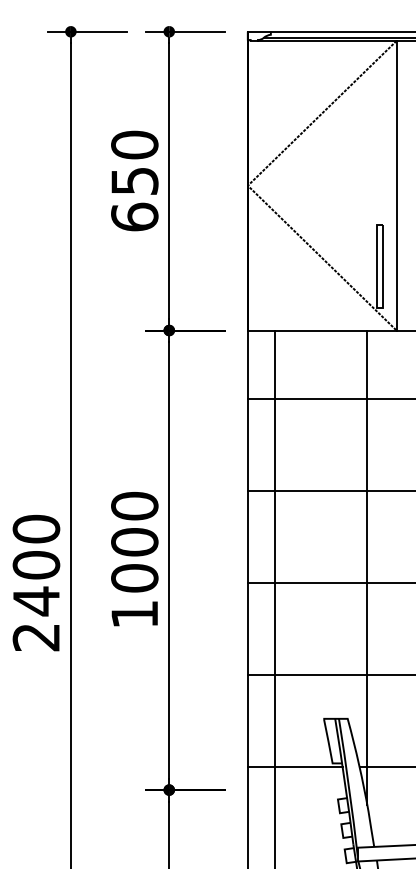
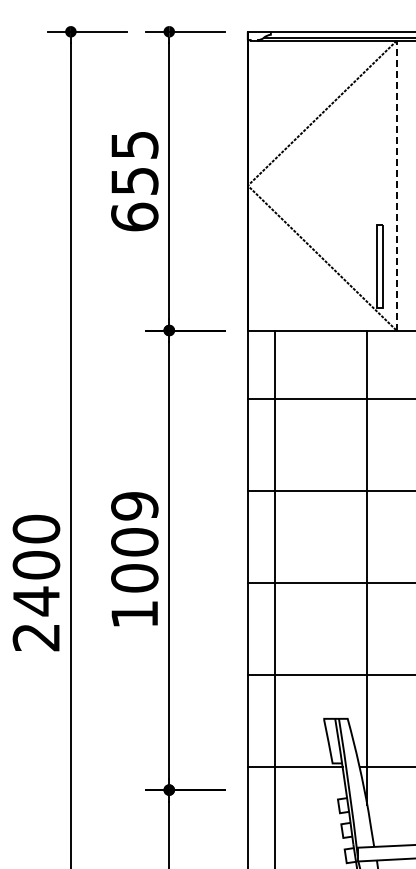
text at (134, 144): 650 -> 655
line at (396, 185): solid -> dashed
text at (134, 506): 1000 -> 1009
